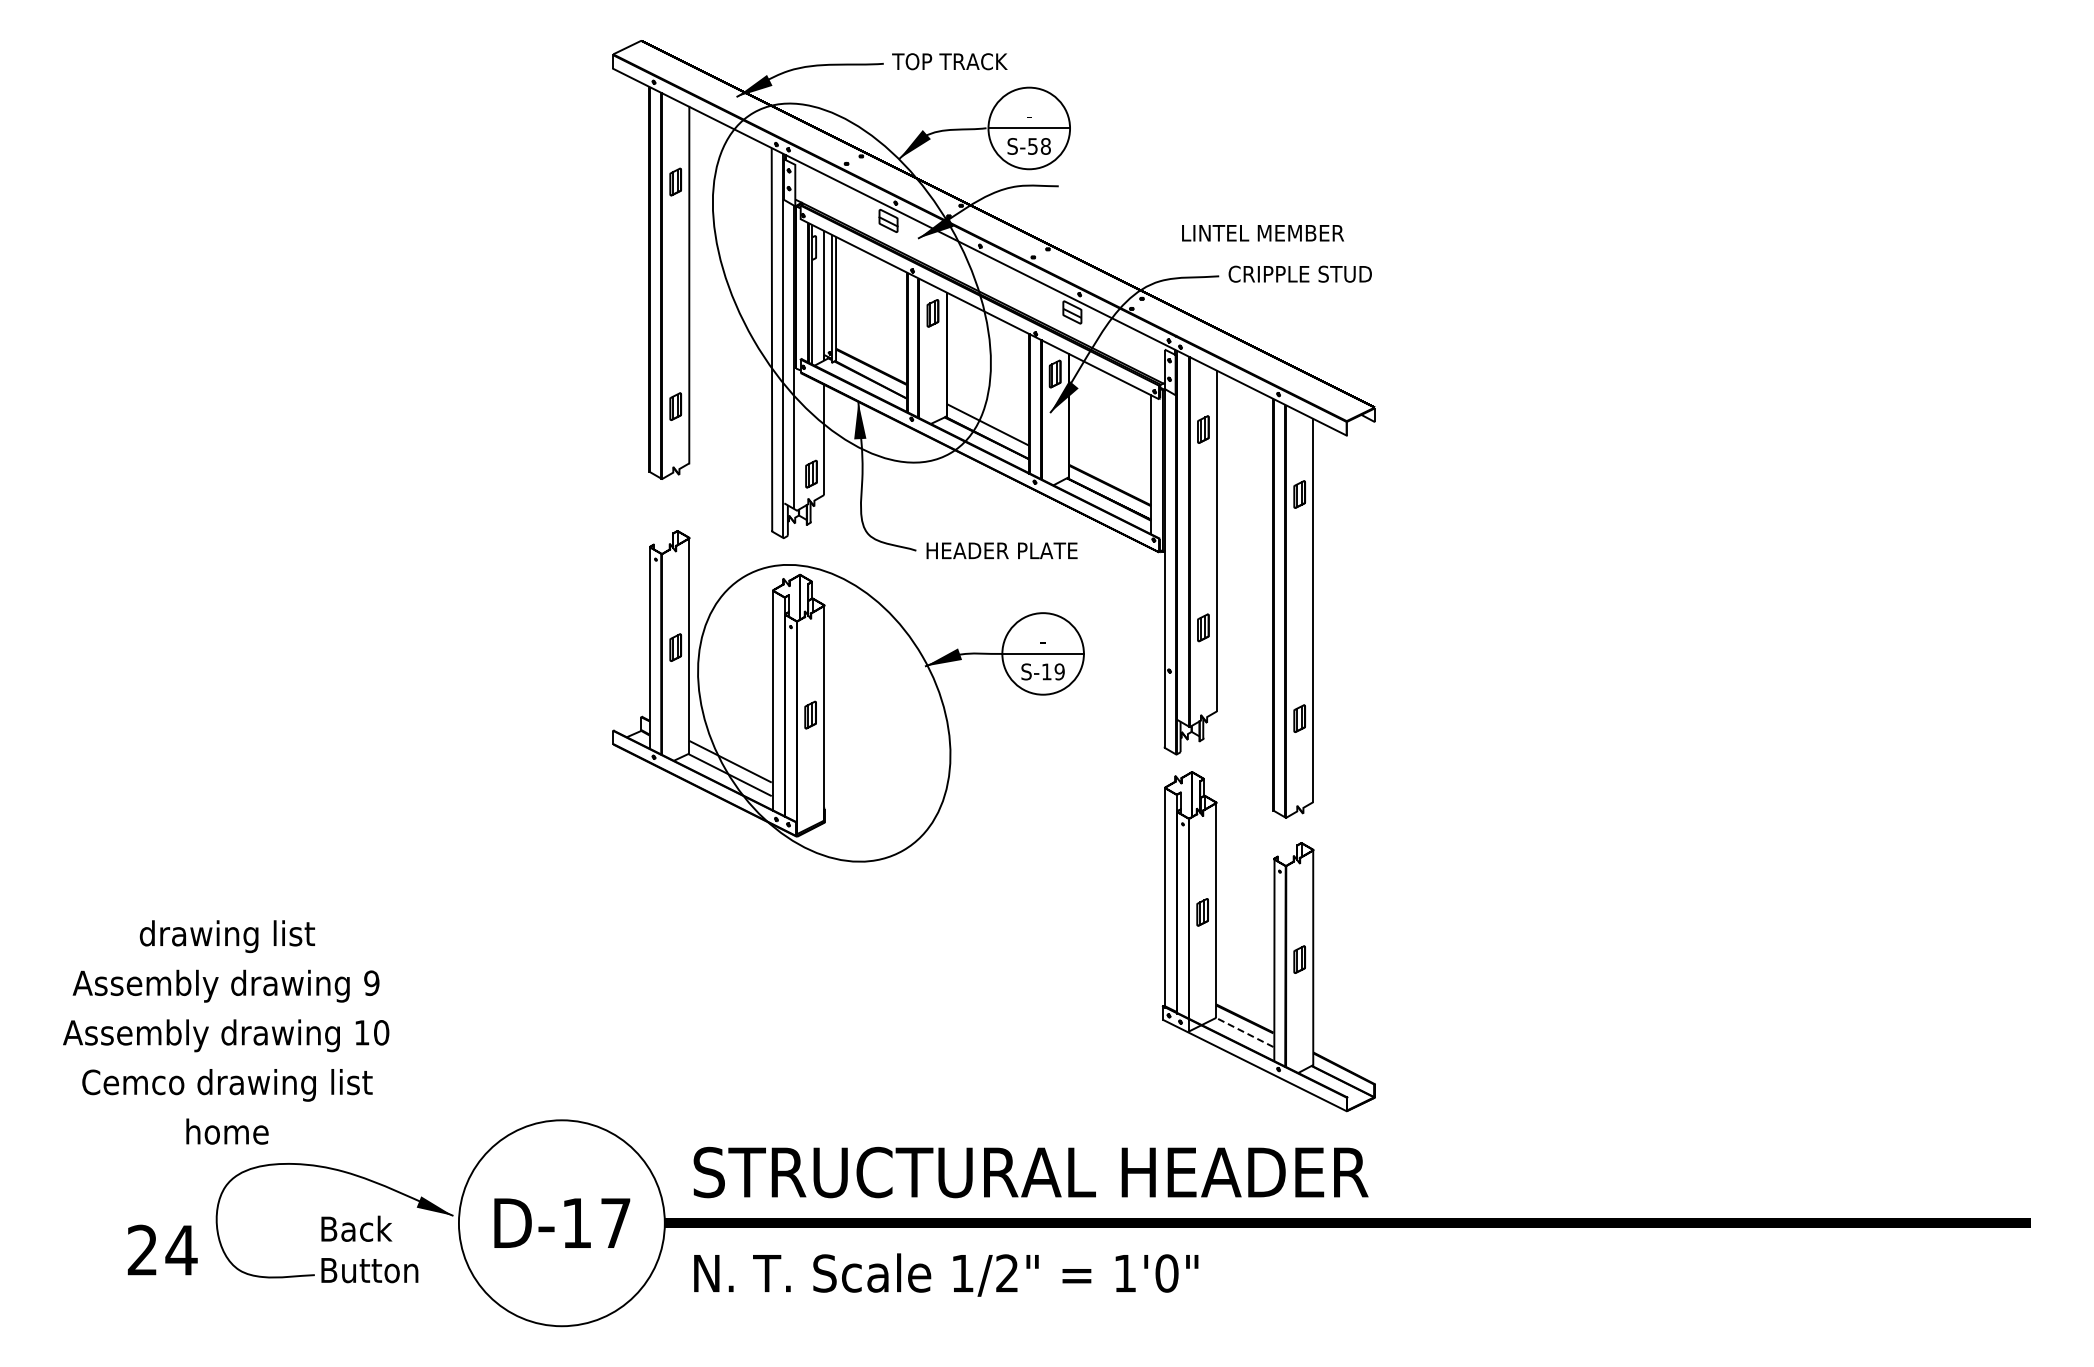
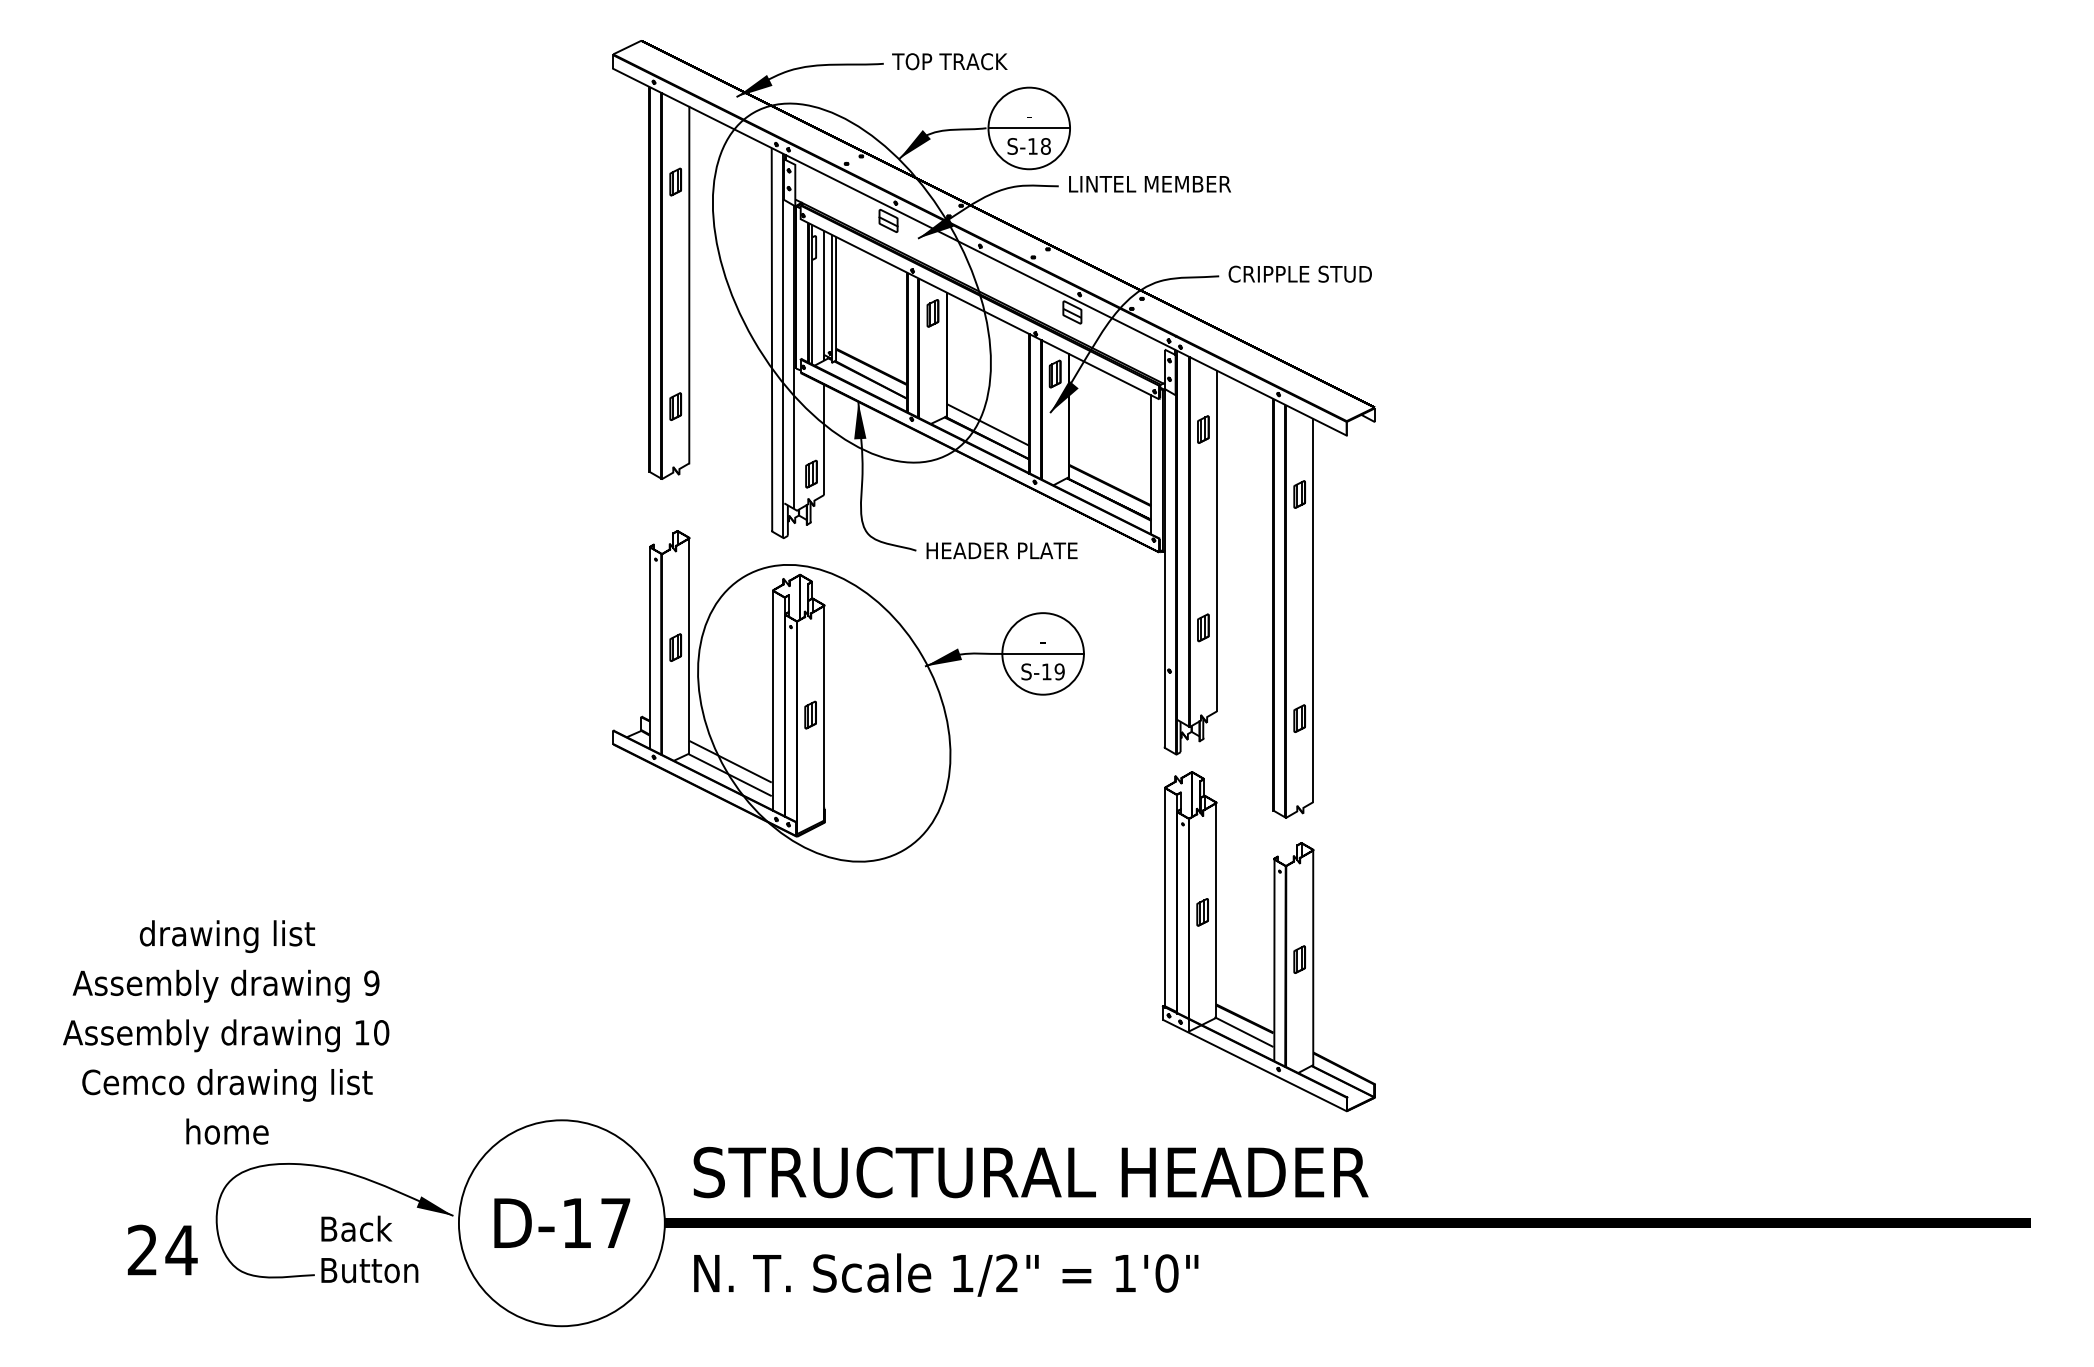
text at (1032, 146): S-58 -> S-18
text at (1262, 233) position: (1262, 233) -> (1149, 184)
line at (1243, 1031): dashed -> solid
